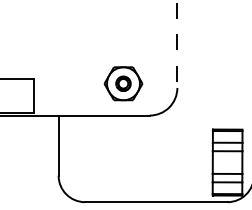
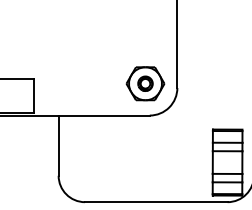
line at (177, 44): dashed -> solid
part at (123, 83) position: (123, 83) -> (145, 83)
